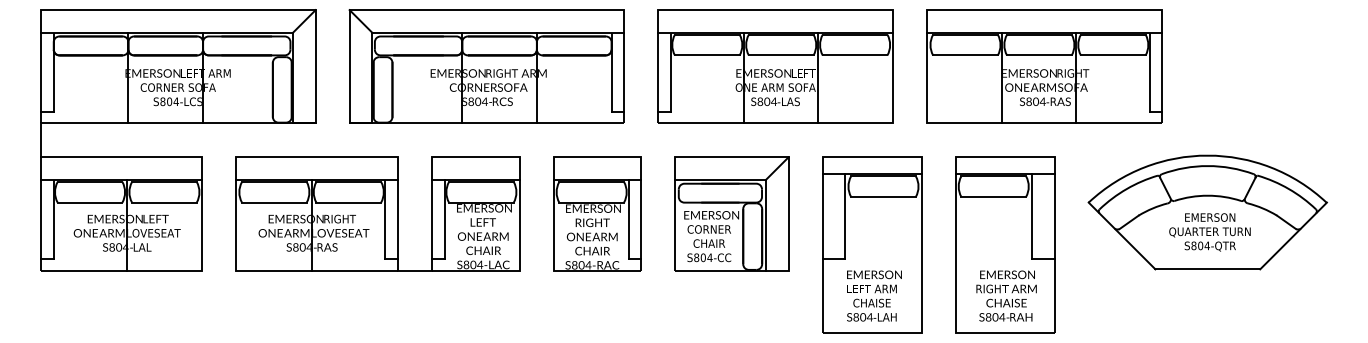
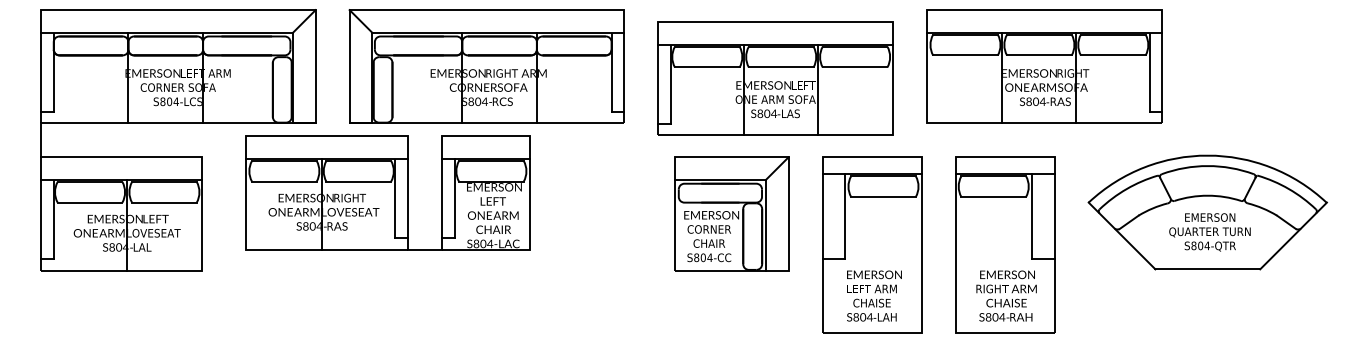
part at (775, 66) position: (775, 66) -> (775, 78)
part at (377, 213) position: (377, 213) -> (387, 192)
part at (597, 213): present -> none
